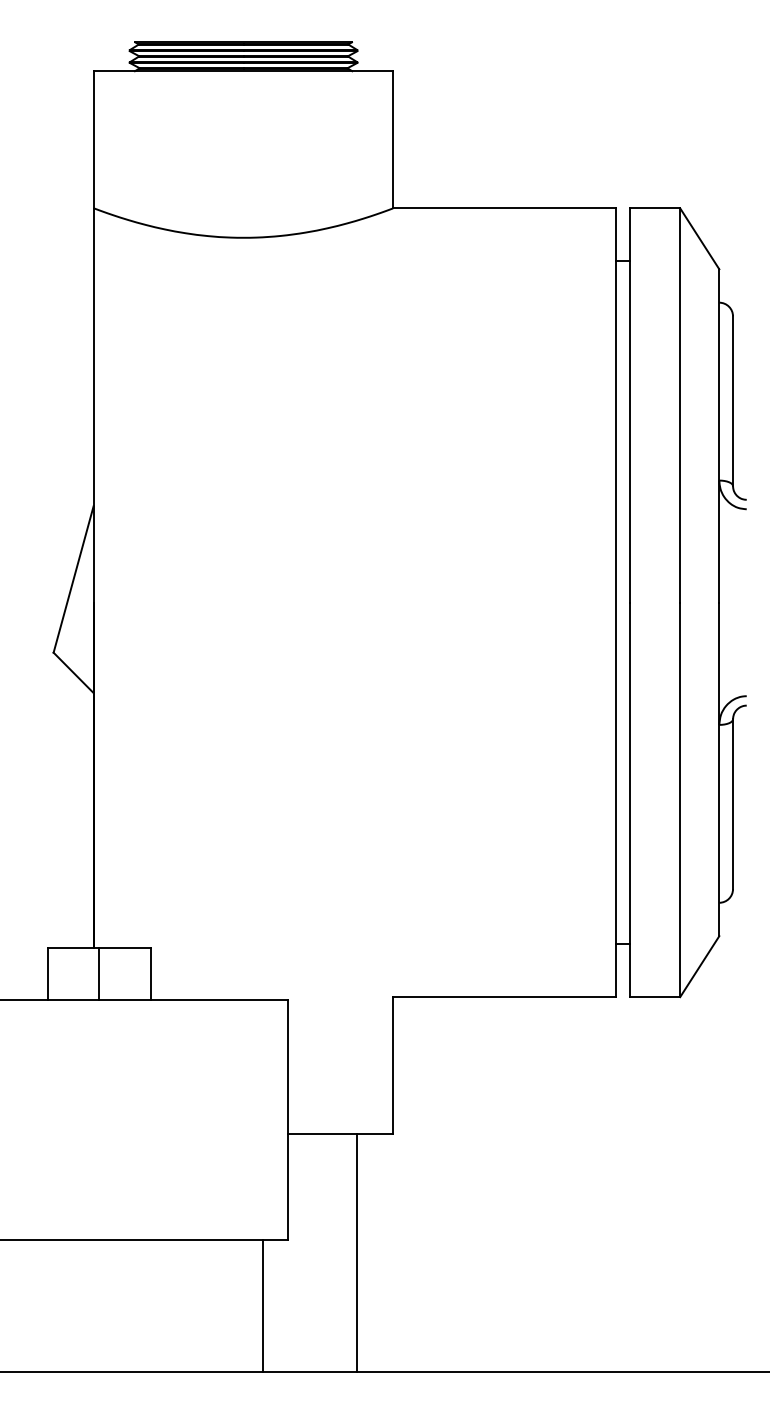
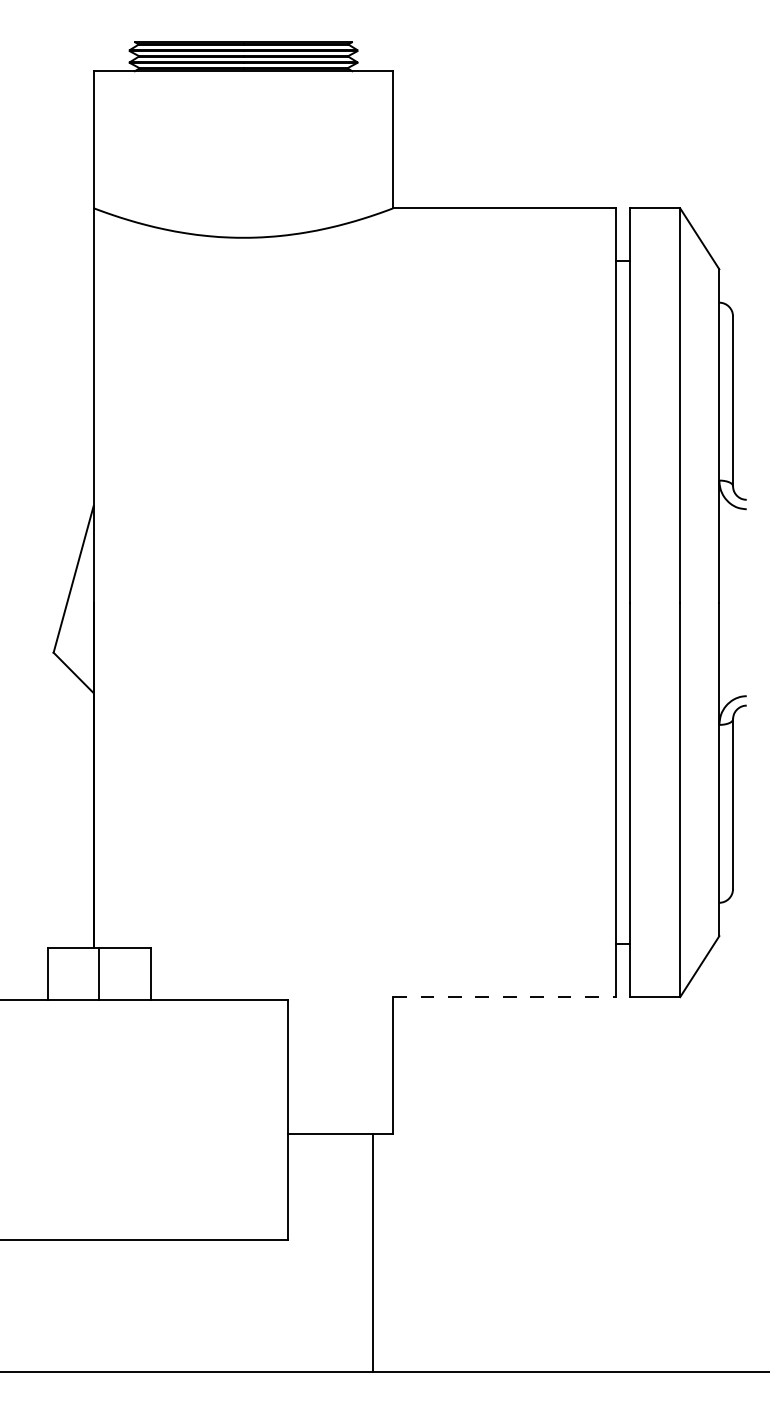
line at (504, 997): solid -> dashed
line at (357, 1252) position: (357, 1252) -> (373, 1252)
line at (262, 1305): present -> none
